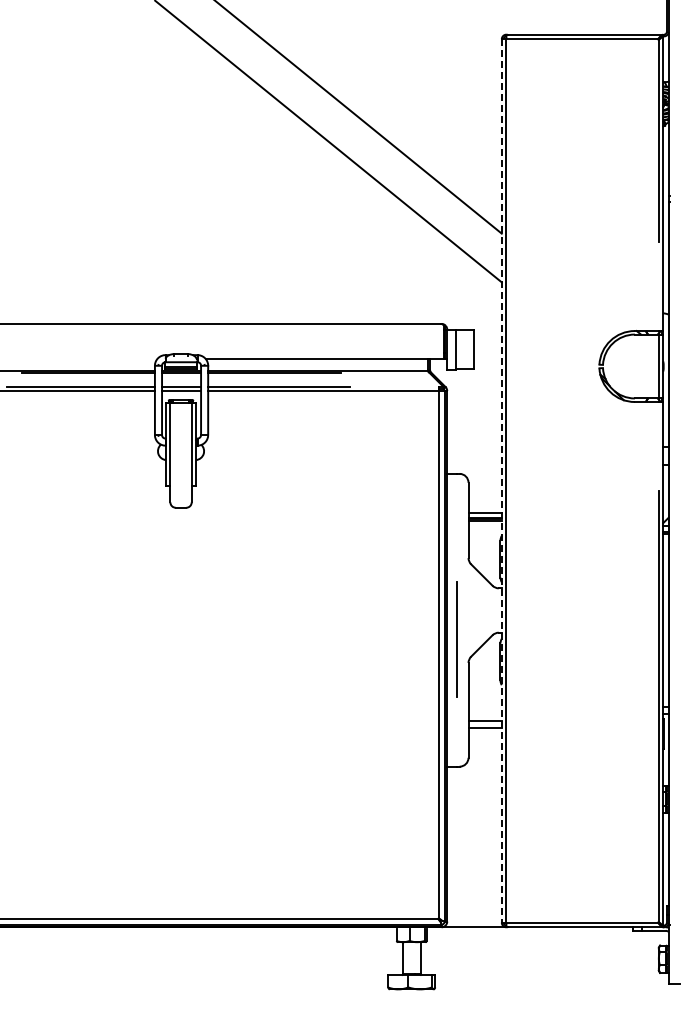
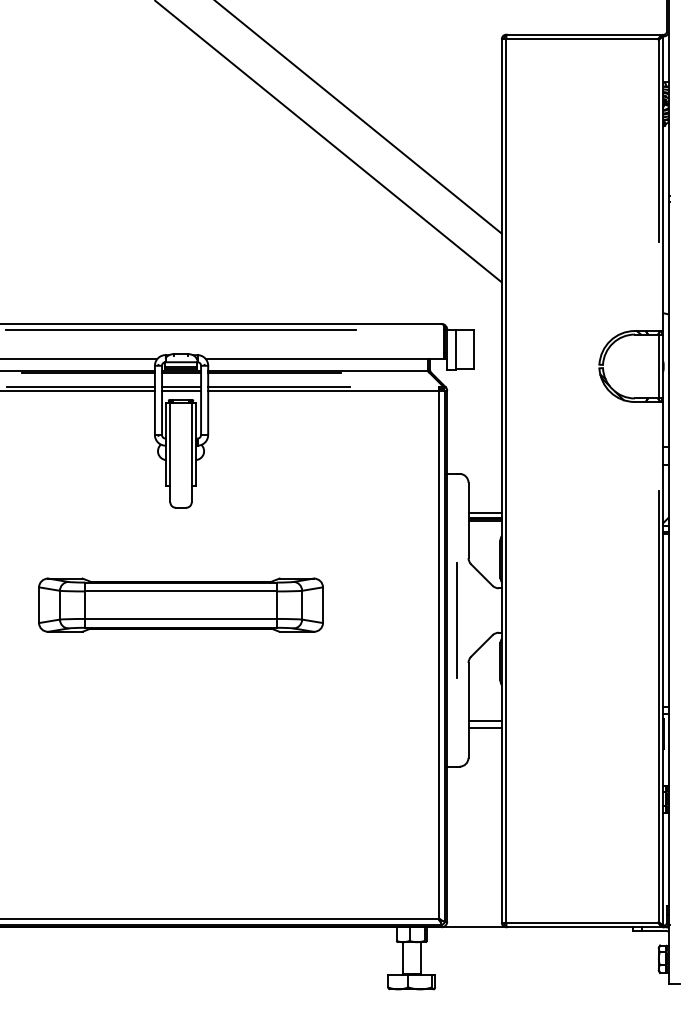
line at (180, 329): none -> present
line at (79, 359): none -> present
line at (501, 480): dashed -> solid
part at (180, 604): none -> present
line at (456, 639) position: (456, 639) -> (456, 620)
